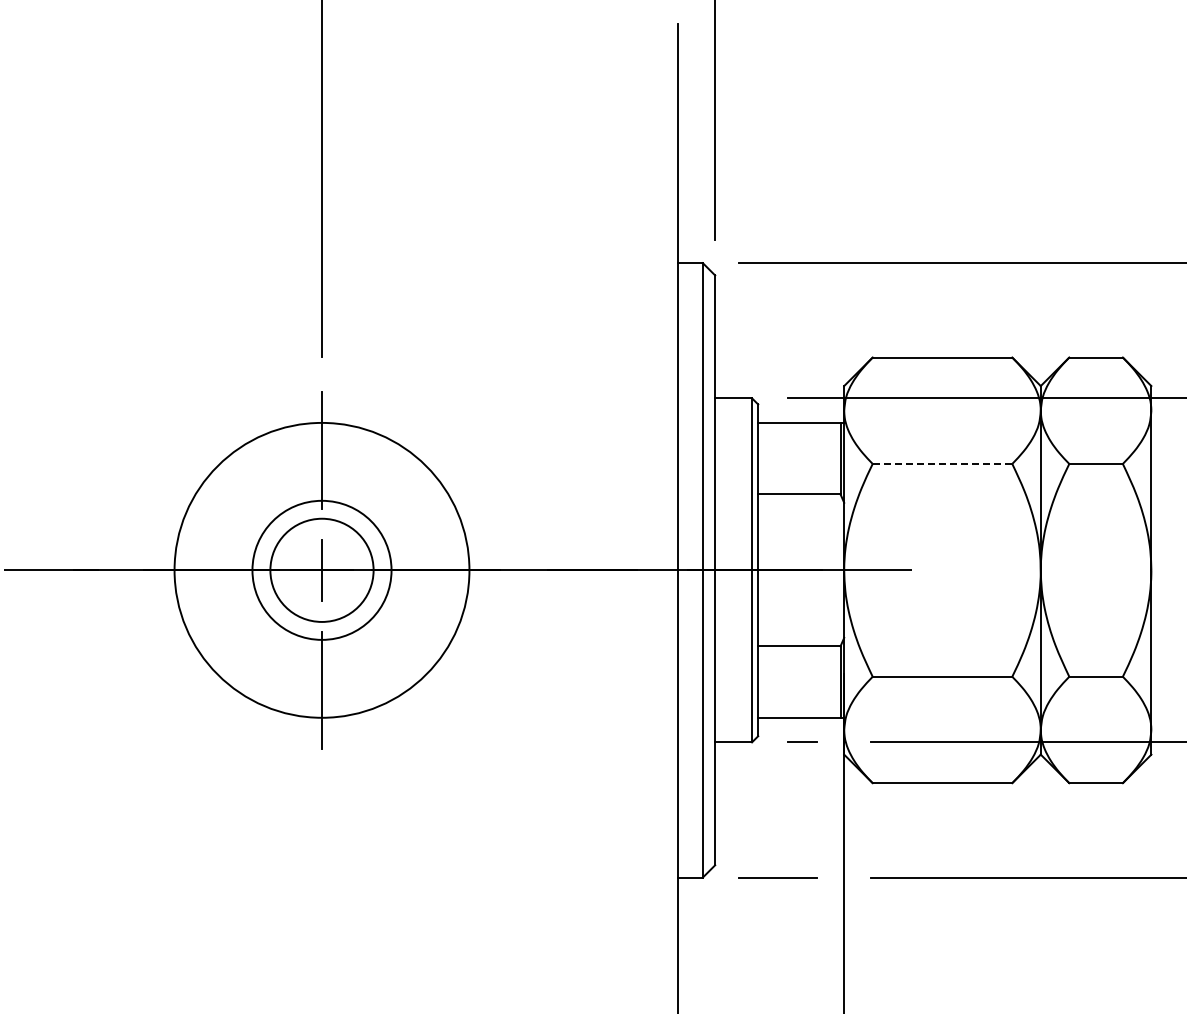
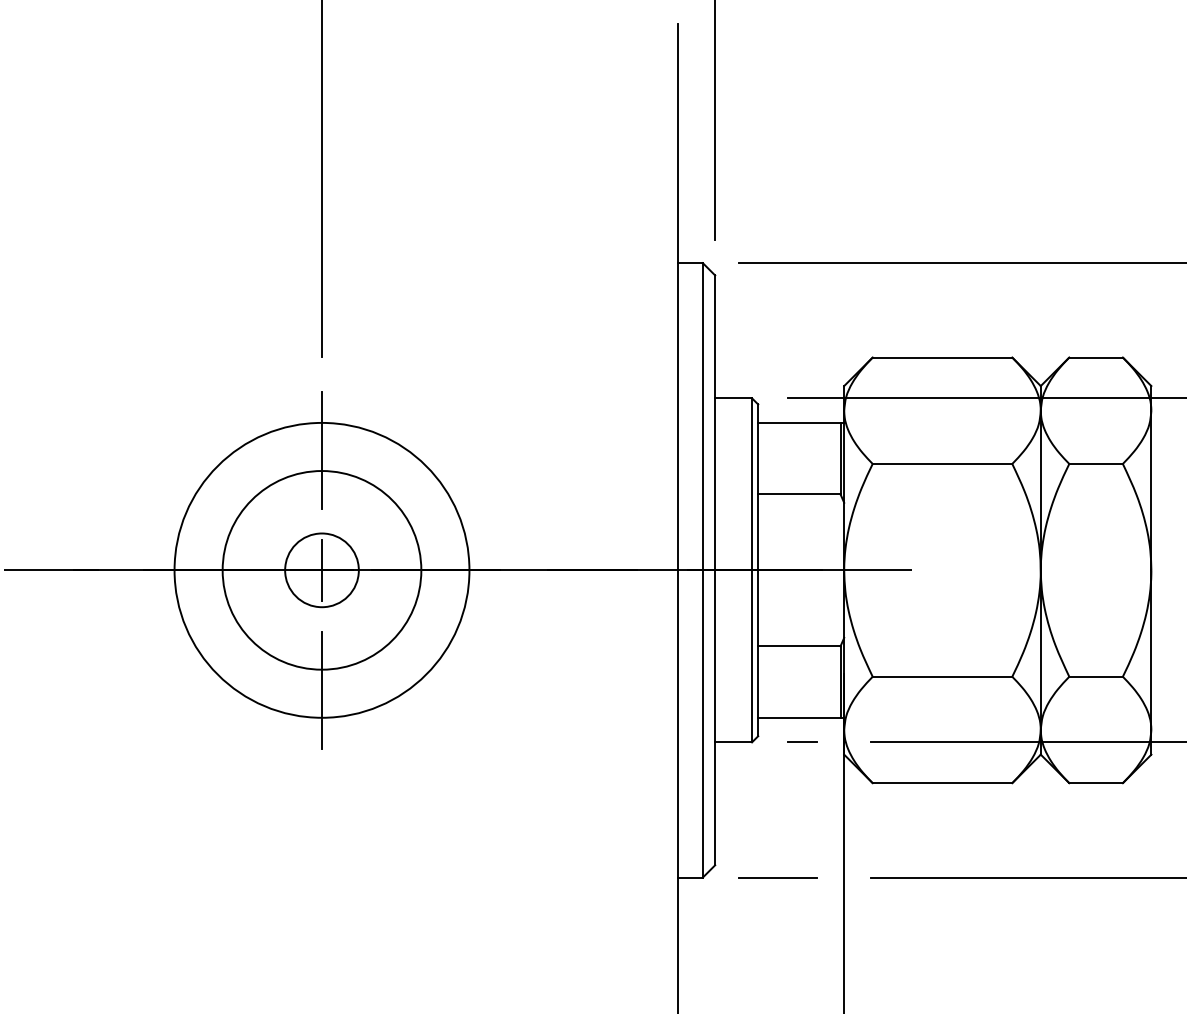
line at (942, 463): dashed -> solid
circle at (321, 569) diameter: 103 px -> 74 px
circle at (321, 569) diameter: 139 px -> 199 px
